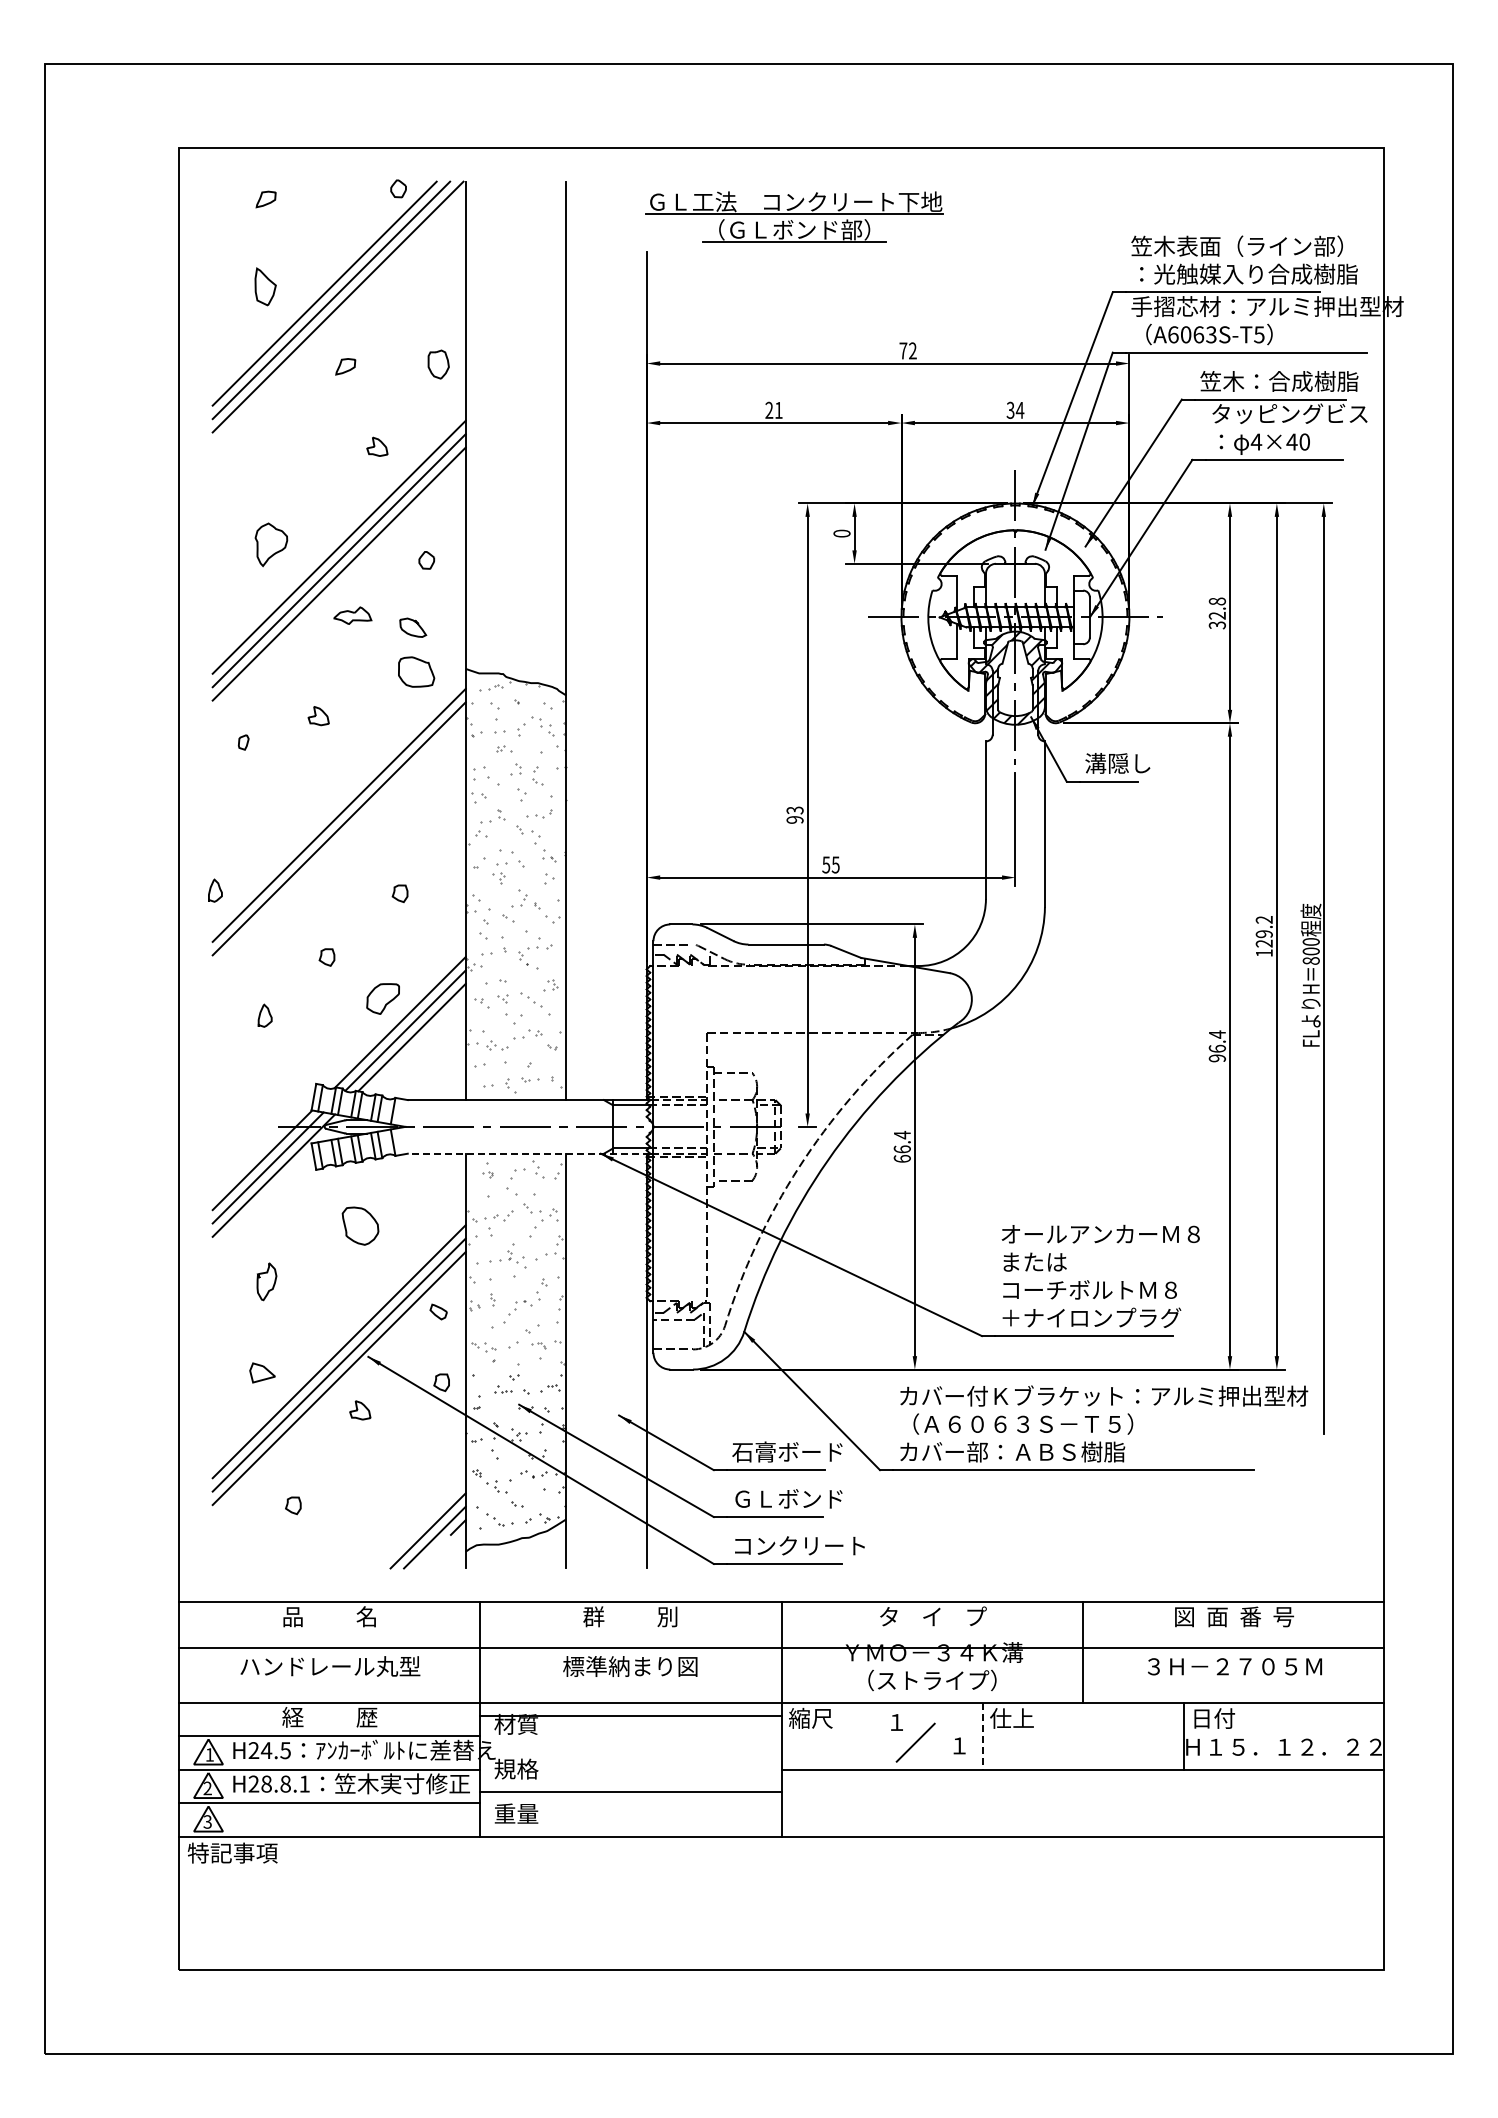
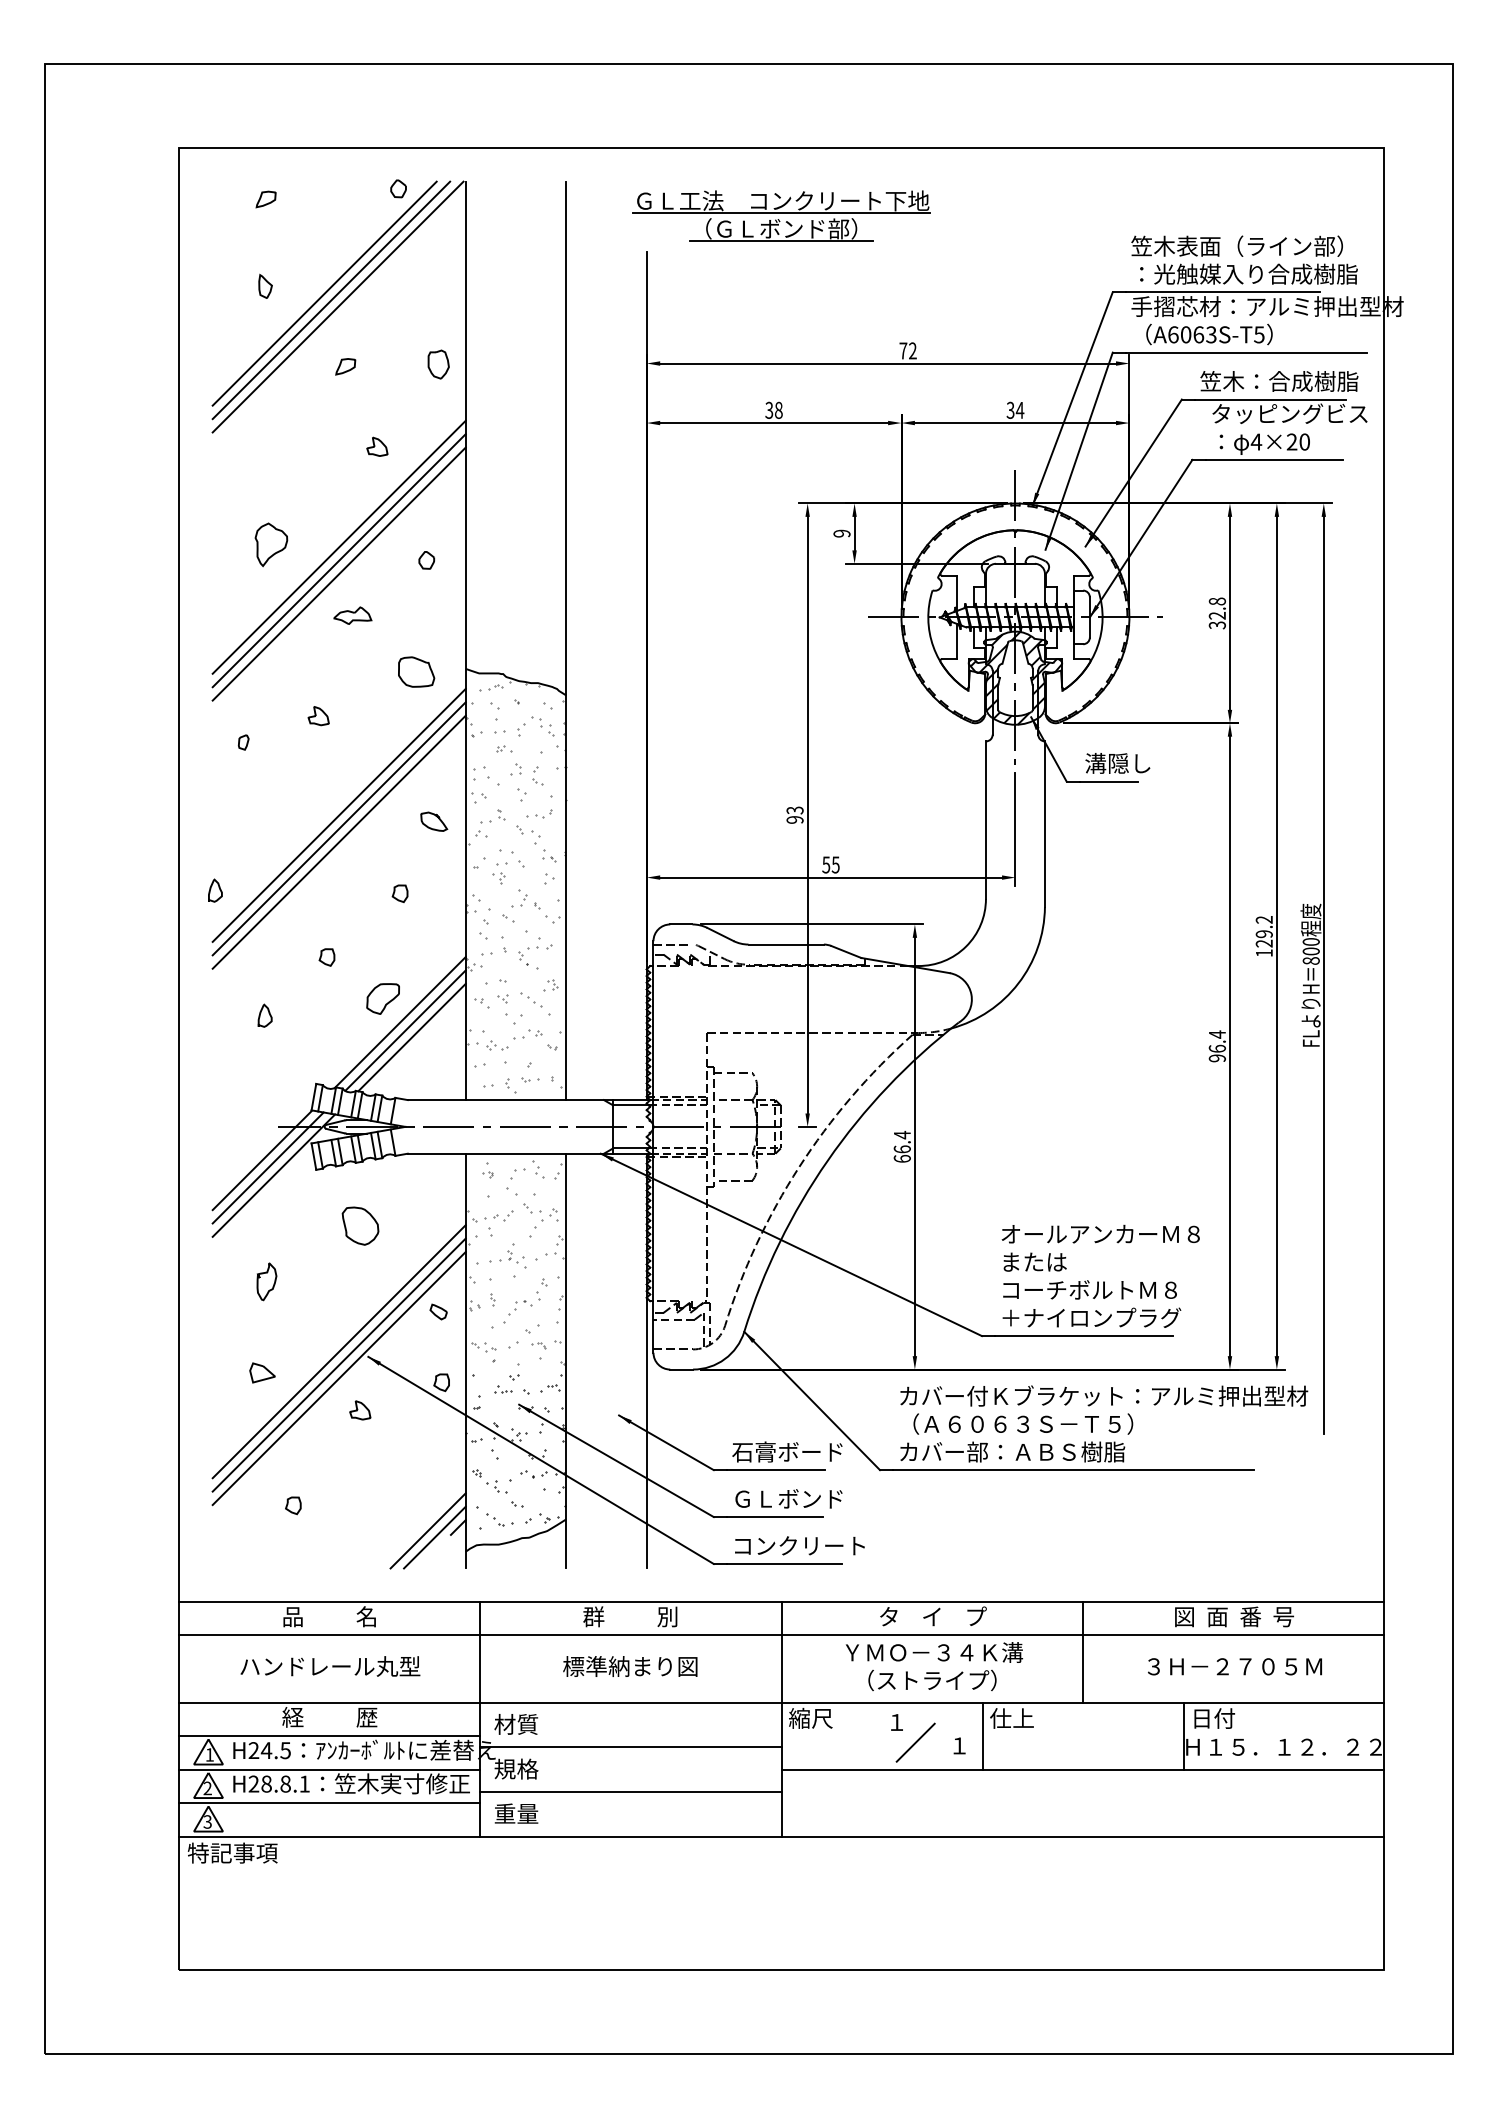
part at (794, 216) position: (794, 216) -> (781, 215)
part at (265, 286) size: 23x40 px -> 15x26 px
text at (773, 409): 21 -> 38
text at (1291, 441): 4×40 -> 4×20
text at (841, 533): 0 -> 9
part at (413, 627) position: (413, 627) -> (434, 821)
line at (338, 841): none -> present
line at (528, 1153): dashed -> solid
line at (781, 1648) position: (781, 1648) -> (781, 1635)
line at (630, 1716) position: (630, 1716) -> (630, 1747)
line at (982, 1736): dashed -> solid
